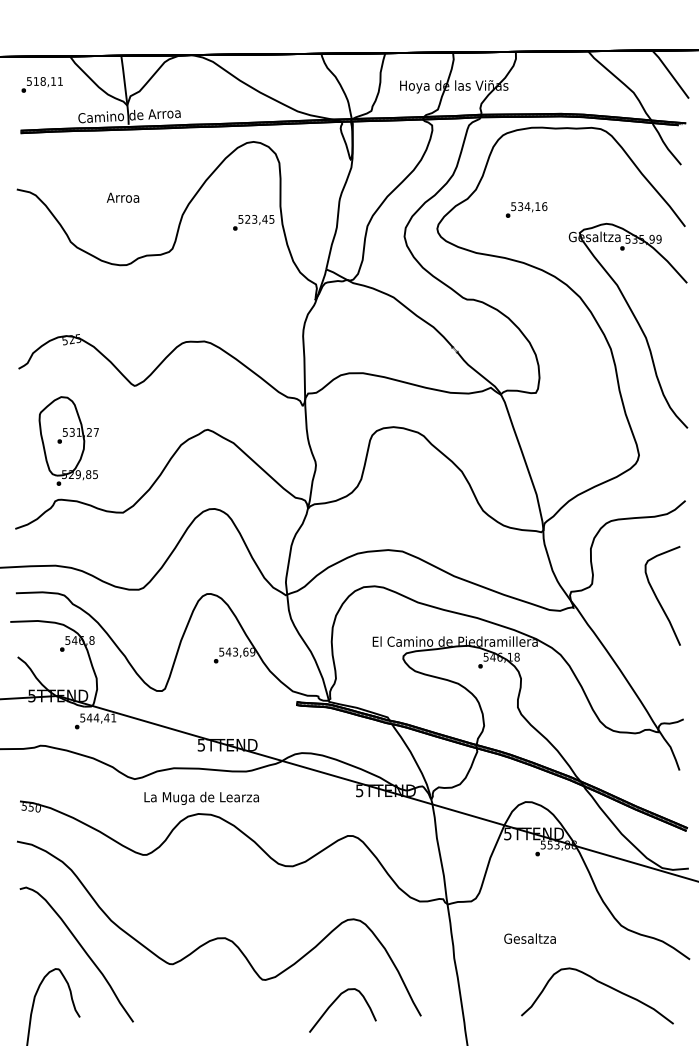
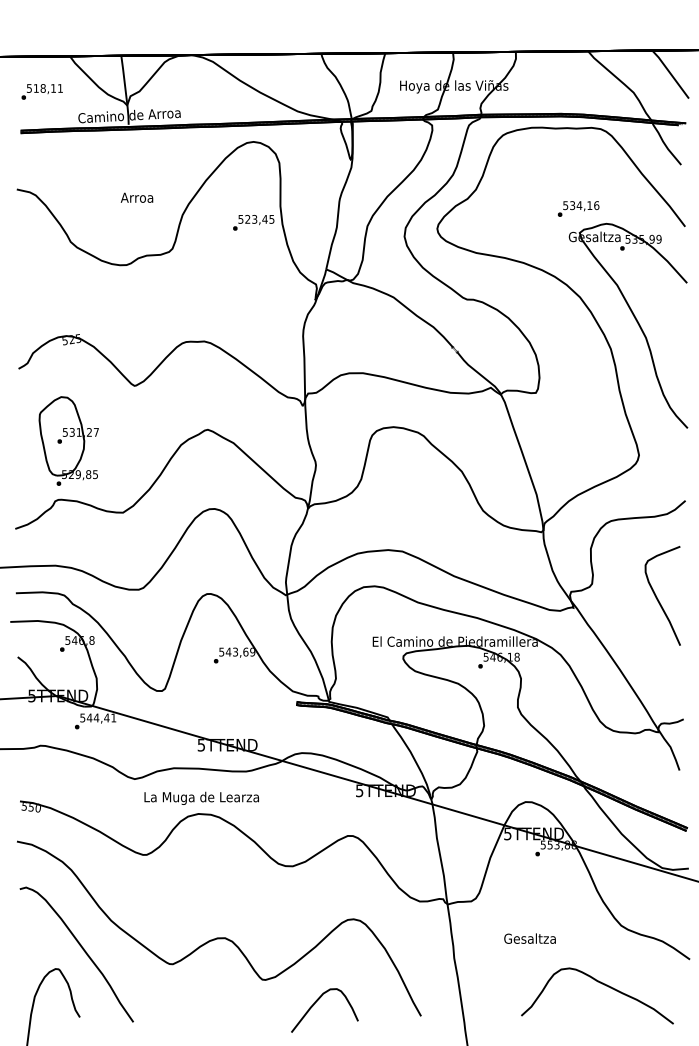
text at (41, 84) position: (41, 84) -> (41, 91)
text at (122, 197) position: (122, 197) -> (136, 197)
text at (526, 209) position: (526, 209) -> (578, 208)
curve at (334, 1002) position: (334, 1002) -> (316, 1002)
